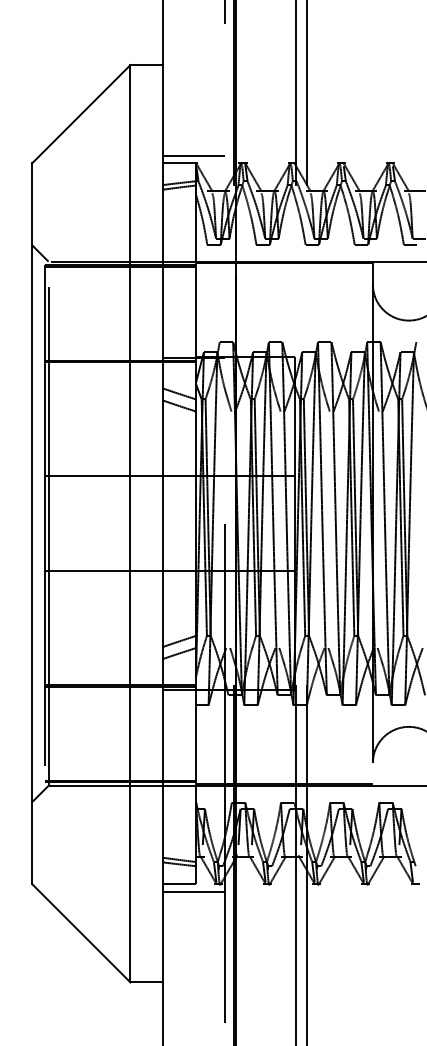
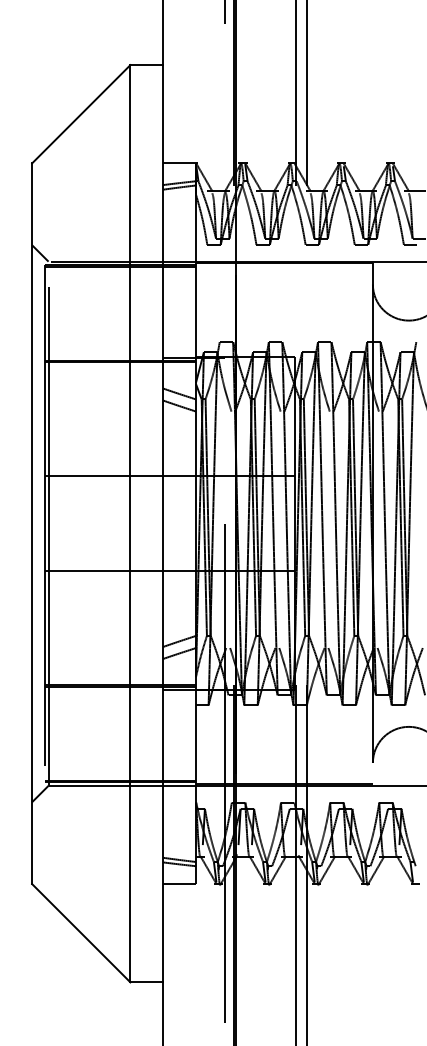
line at (194, 155): present -> none
line at (194, 891): present -> none
